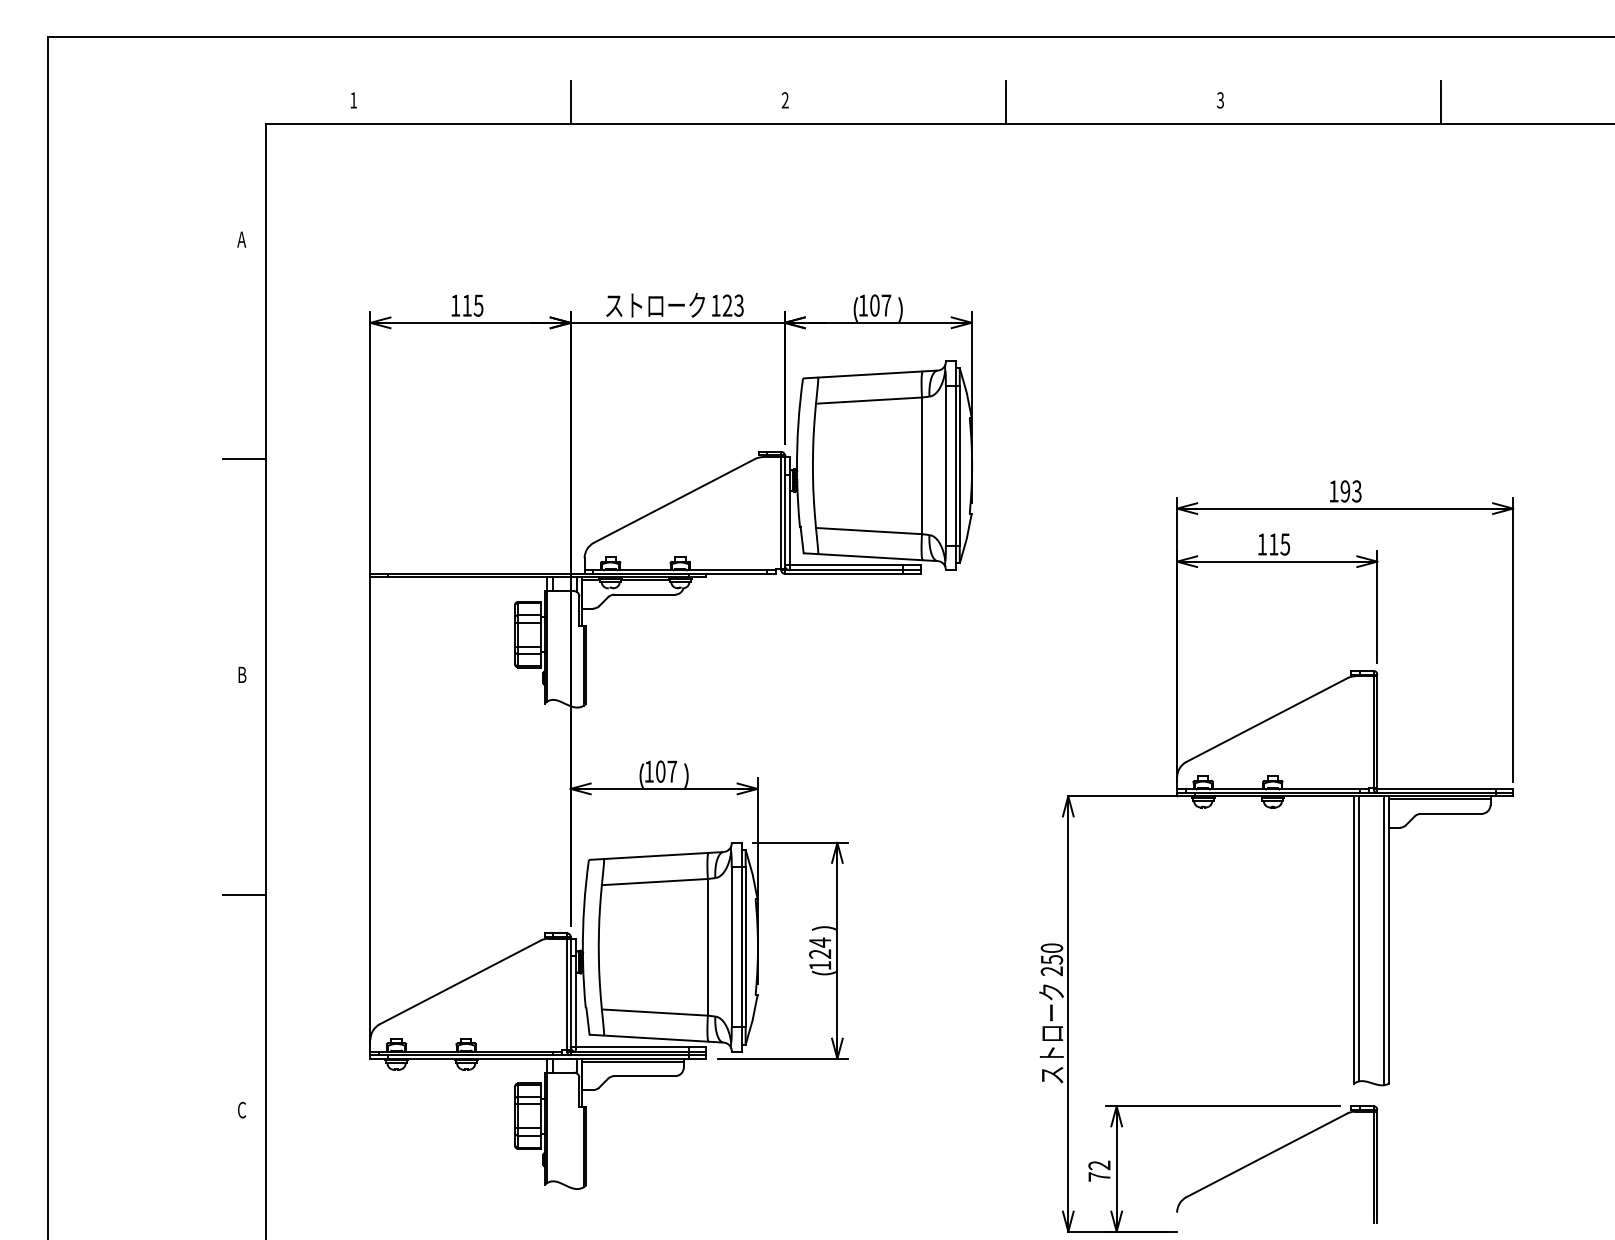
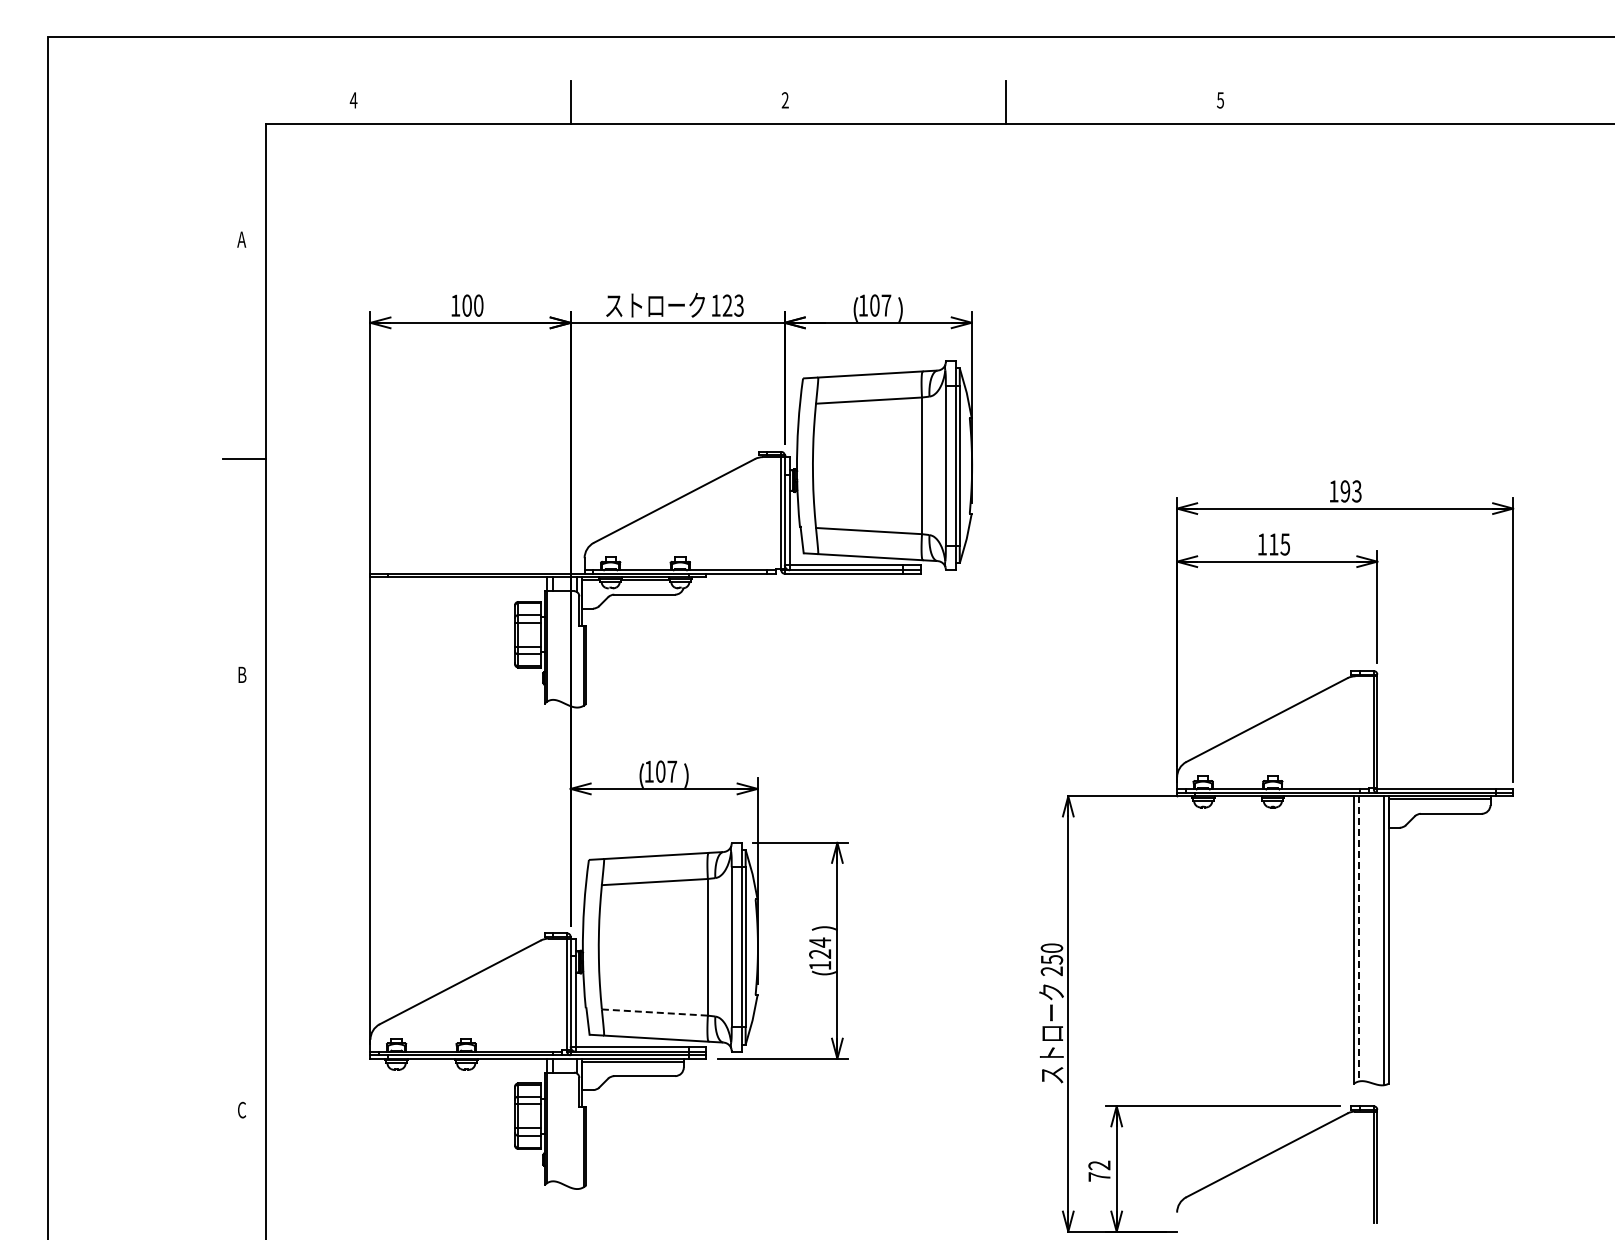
text at (1220, 99): 3 -> 5
text at (353, 100): 1 -> 4
line at (1441, 102): present -> none
text at (472, 305): 115 -> 100
line at (244, 894): present -> none
line at (1359, 939): solid -> dashed
line at (655, 1012): solid -> dashed
